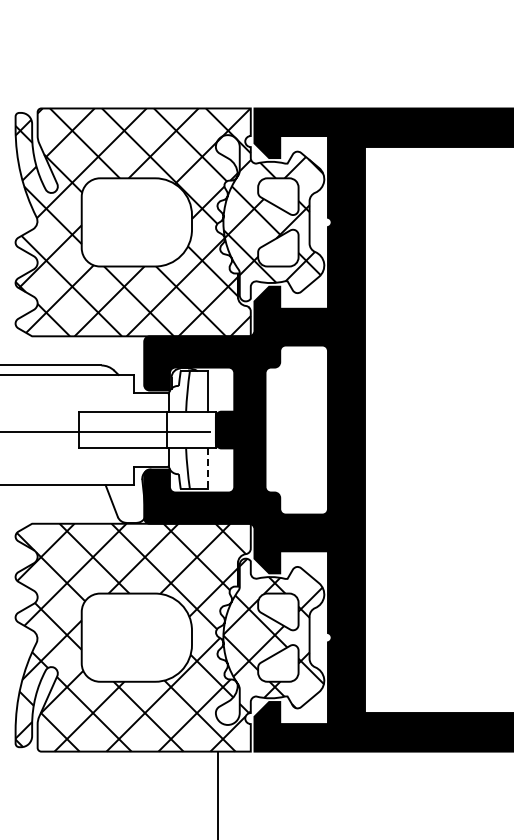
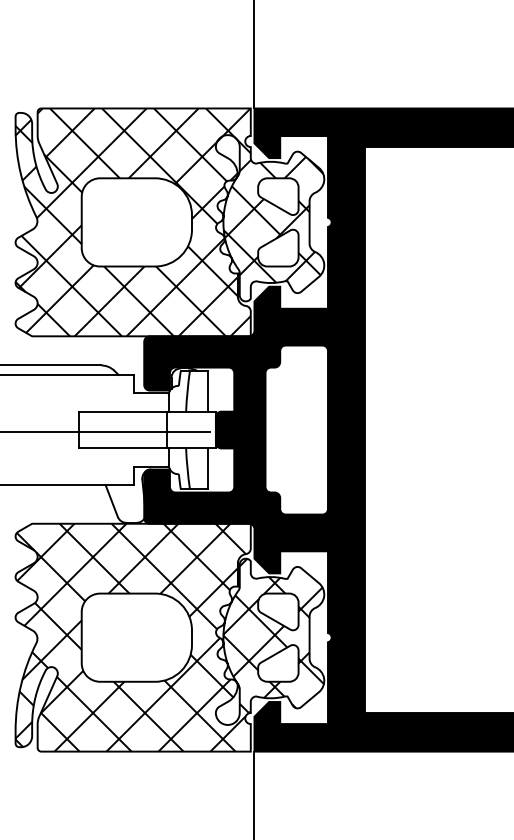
line at (254, 55): none -> present
line at (207, 469): dashed -> solid
line at (218, 793) position: (218, 793) -> (254, 793)
